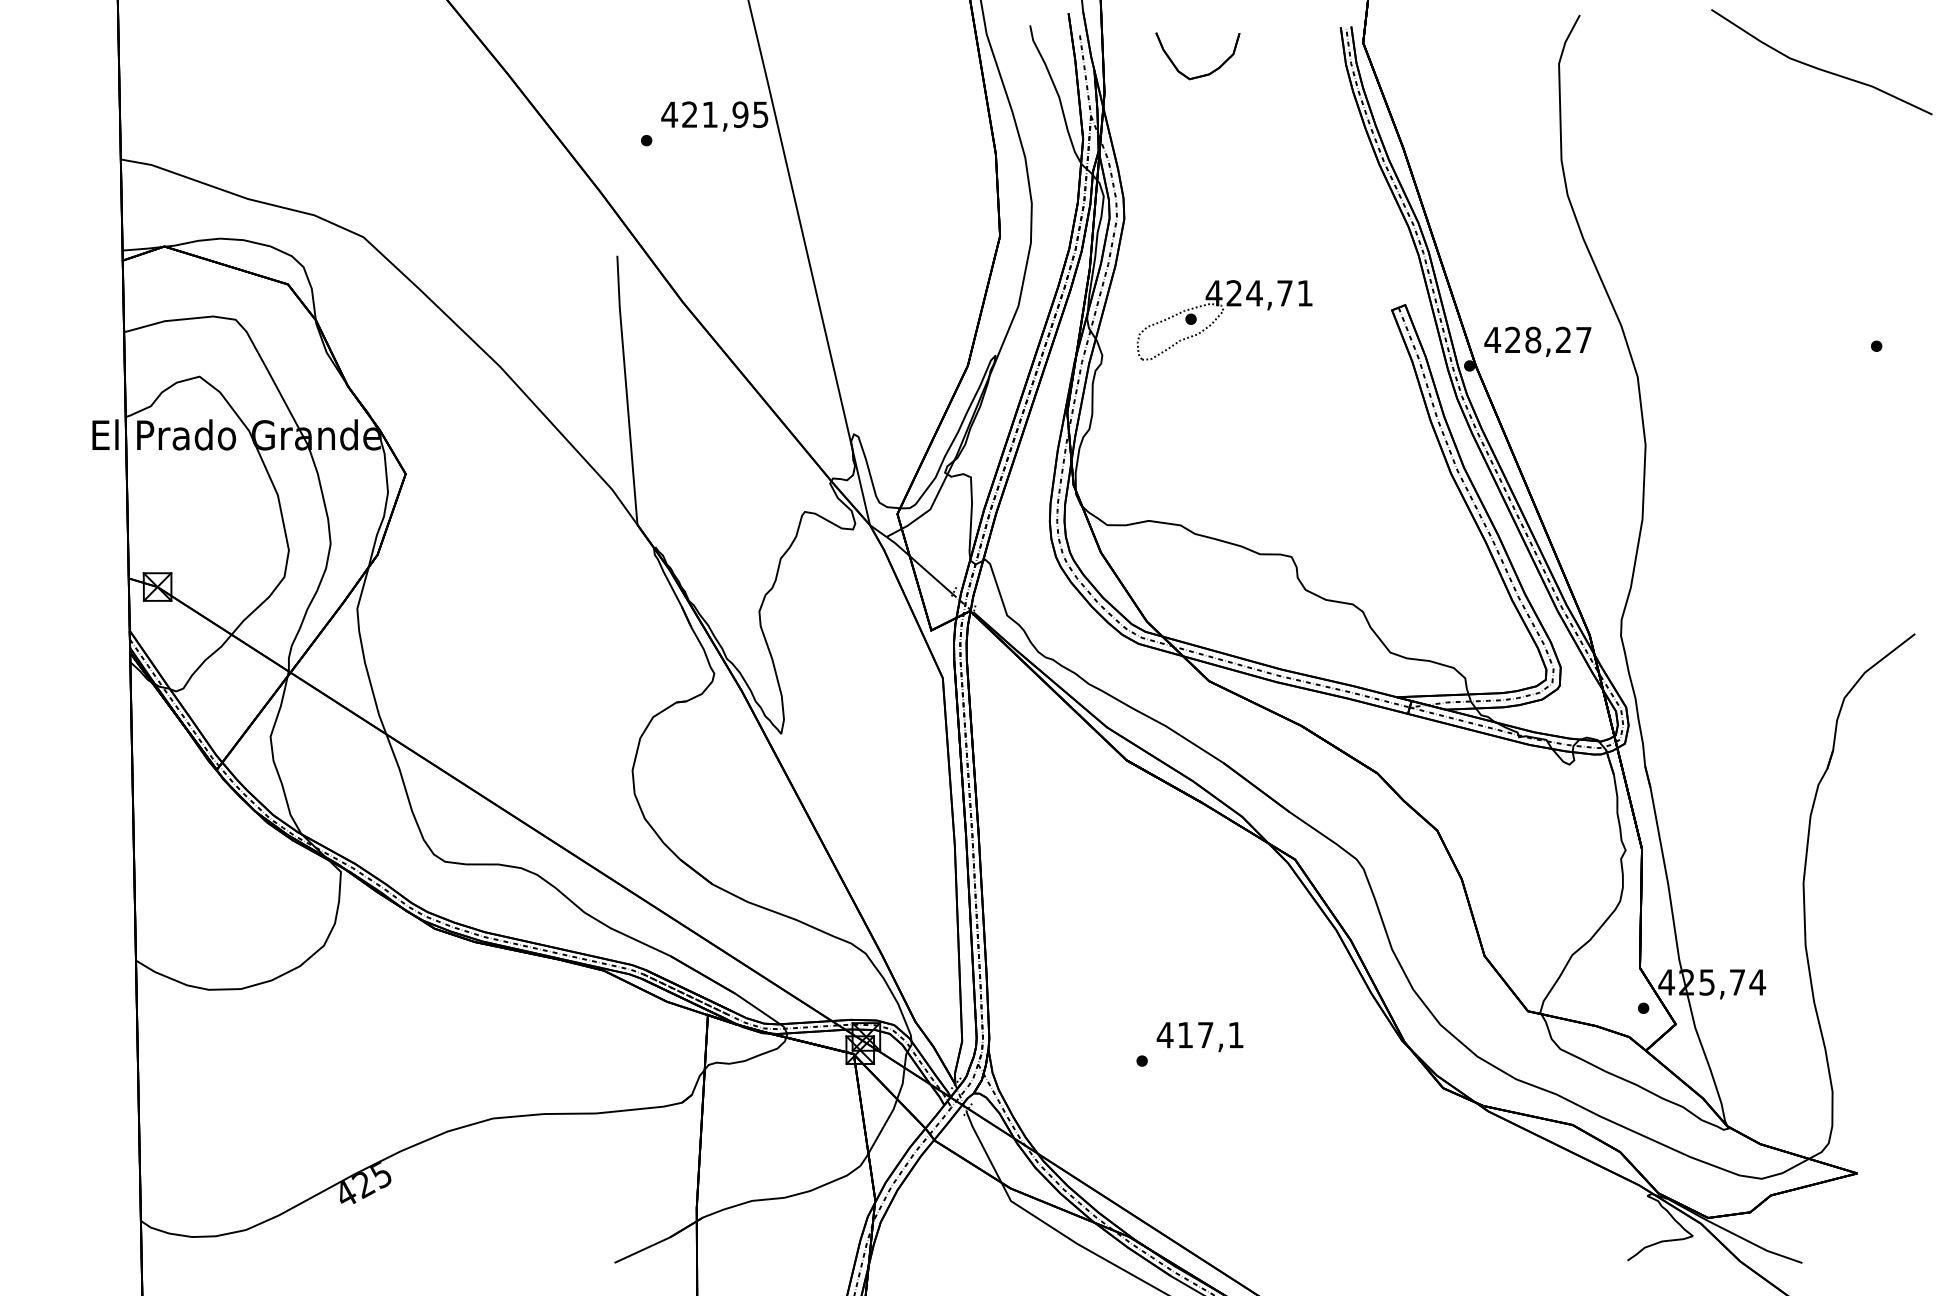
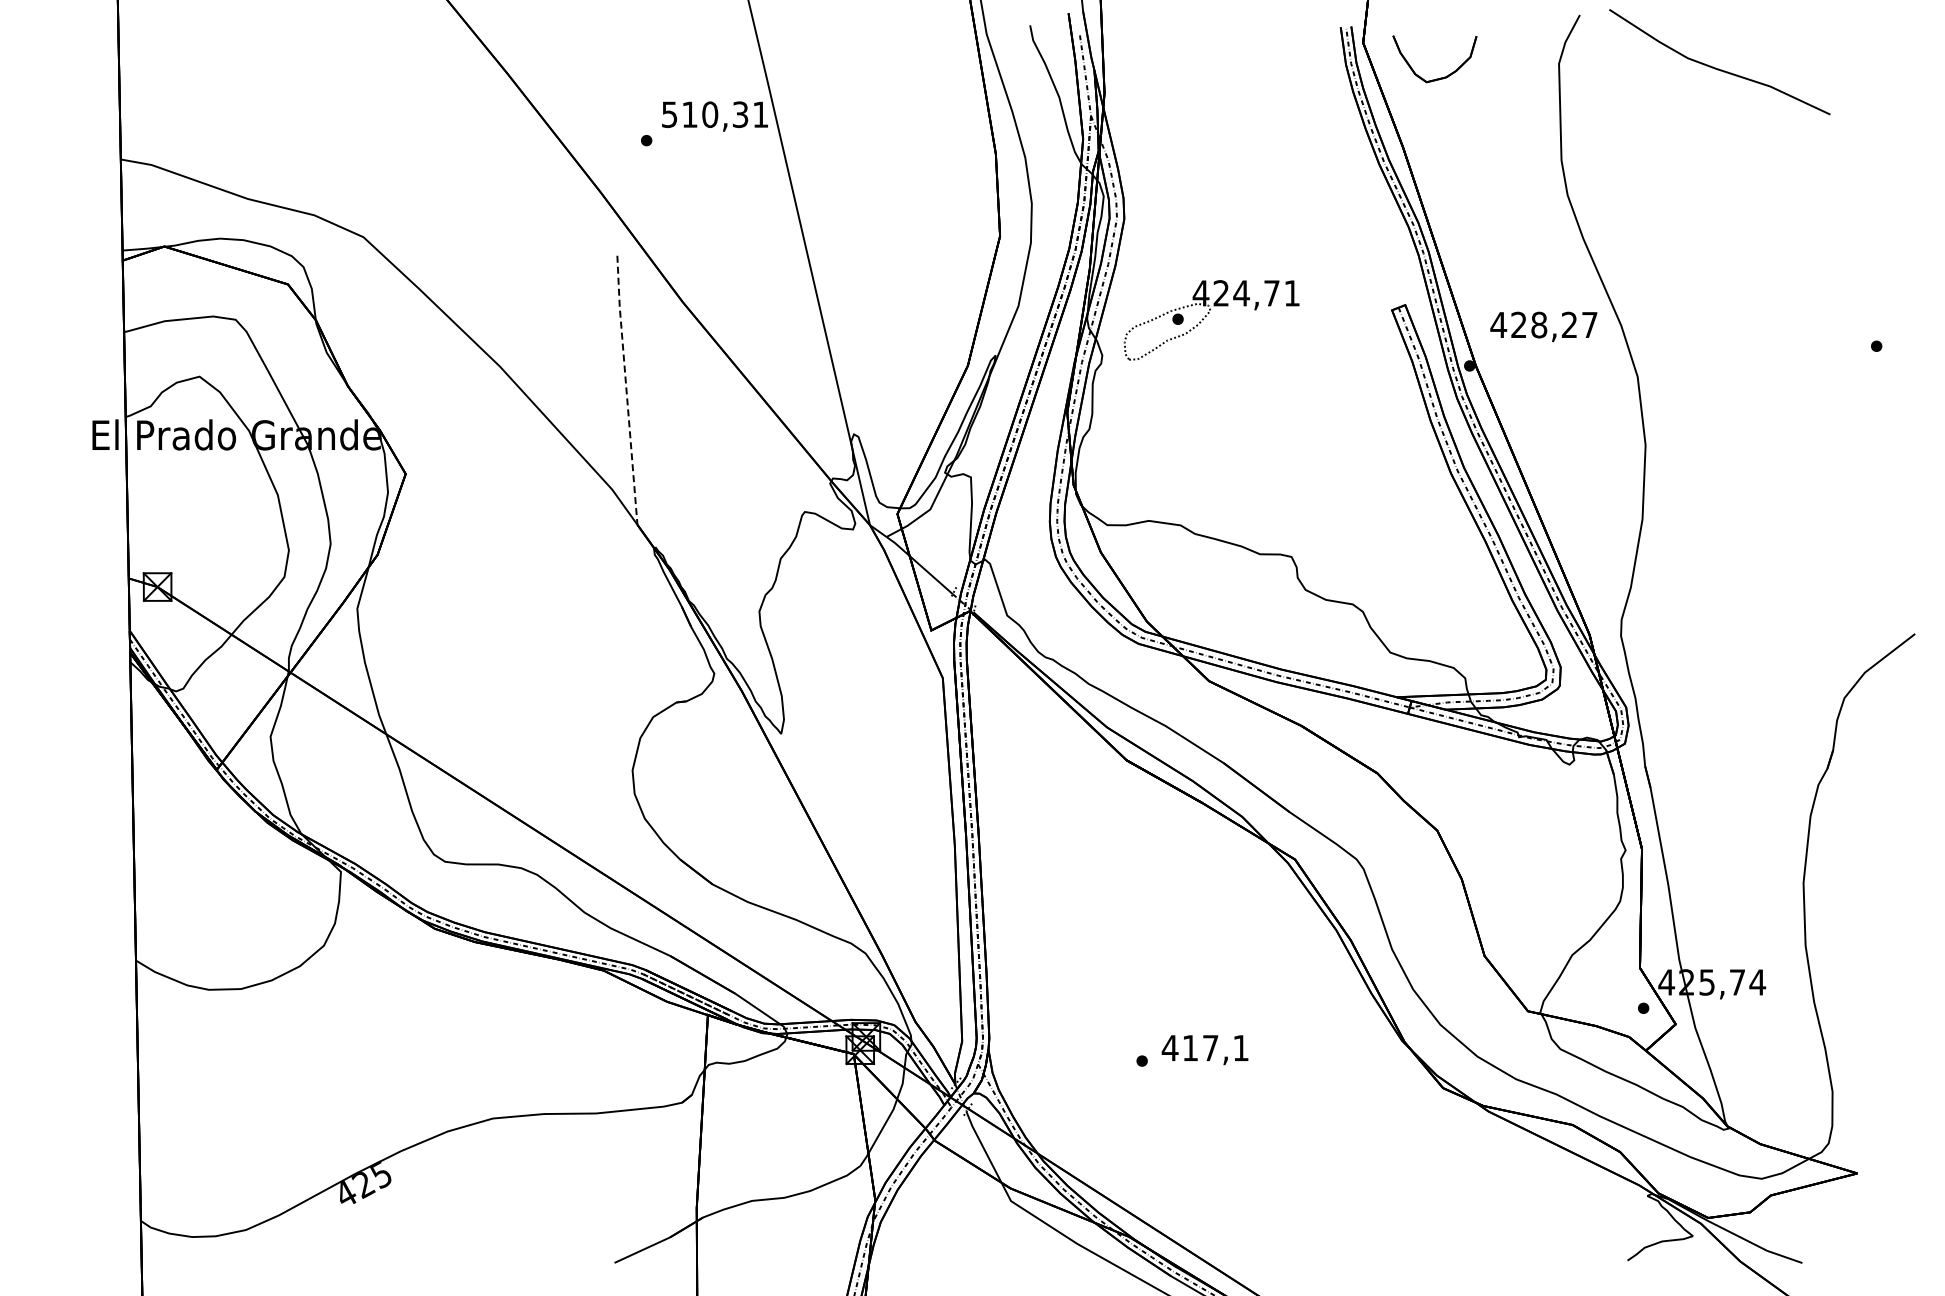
curve at (1818, 67) position: (1818, 67) -> (1716, 67)
part at (1203, 74) position: (1203, 74) -> (1440, 77)
text at (714, 114): 421,95 -> 510,31
part at (1219, 316) position: (1219, 316) -> (1206, 316)
text at (1537, 341) position: (1537, 341) -> (1543, 326)
line at (626, 389): solid -> dashed
text at (1199, 1037) position: (1199, 1037) -> (1204, 1050)
